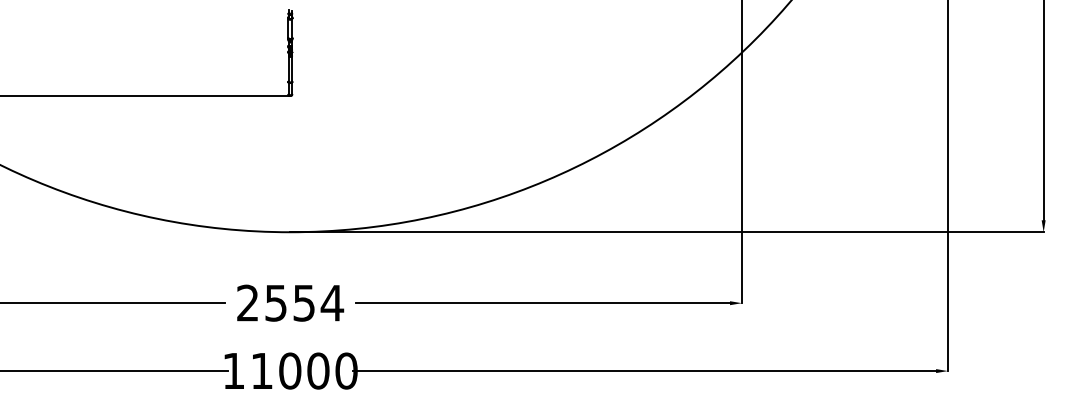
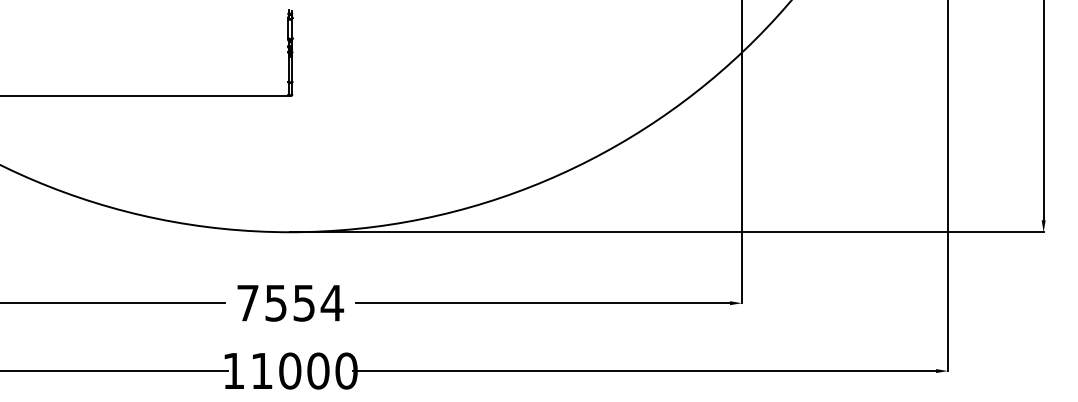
text at (247, 302): 2554 -> 7554
